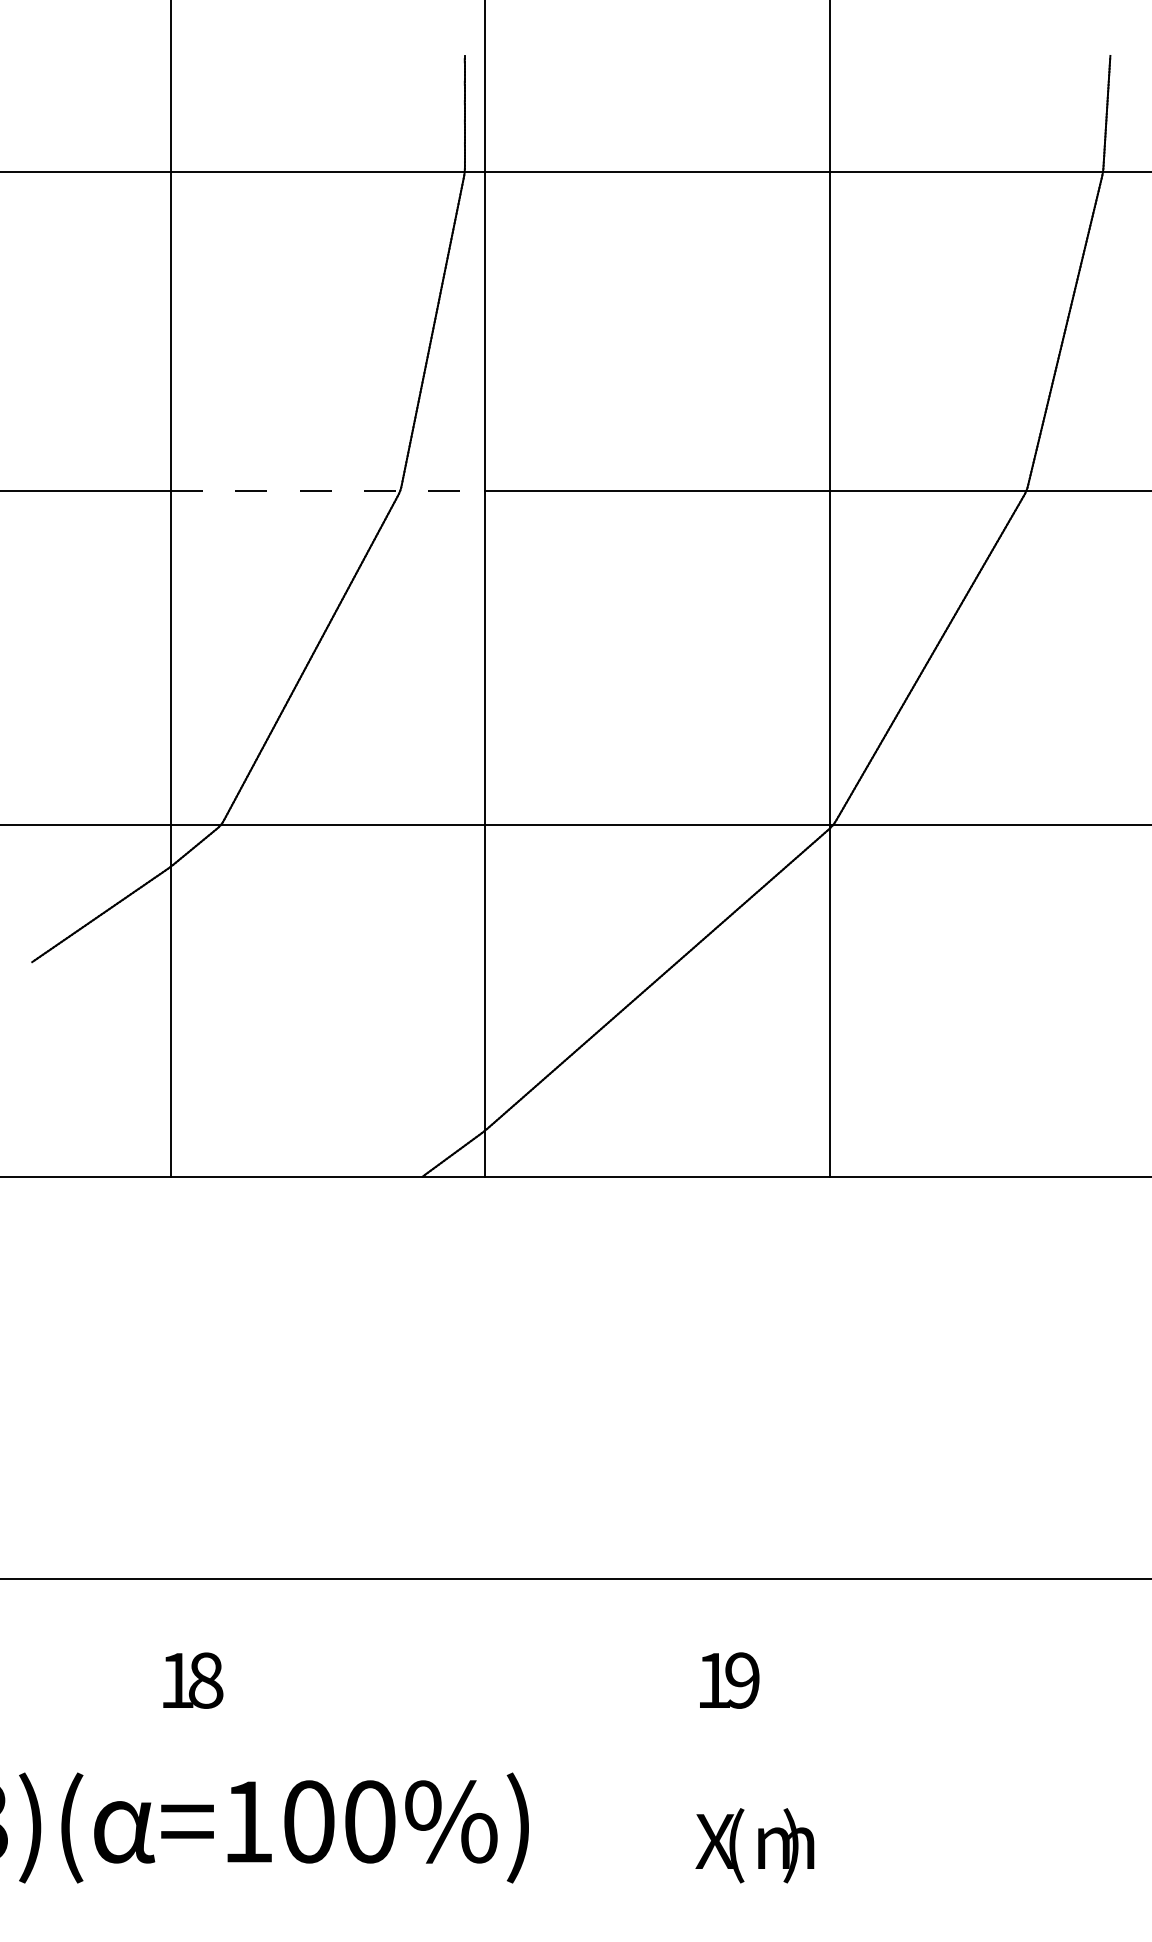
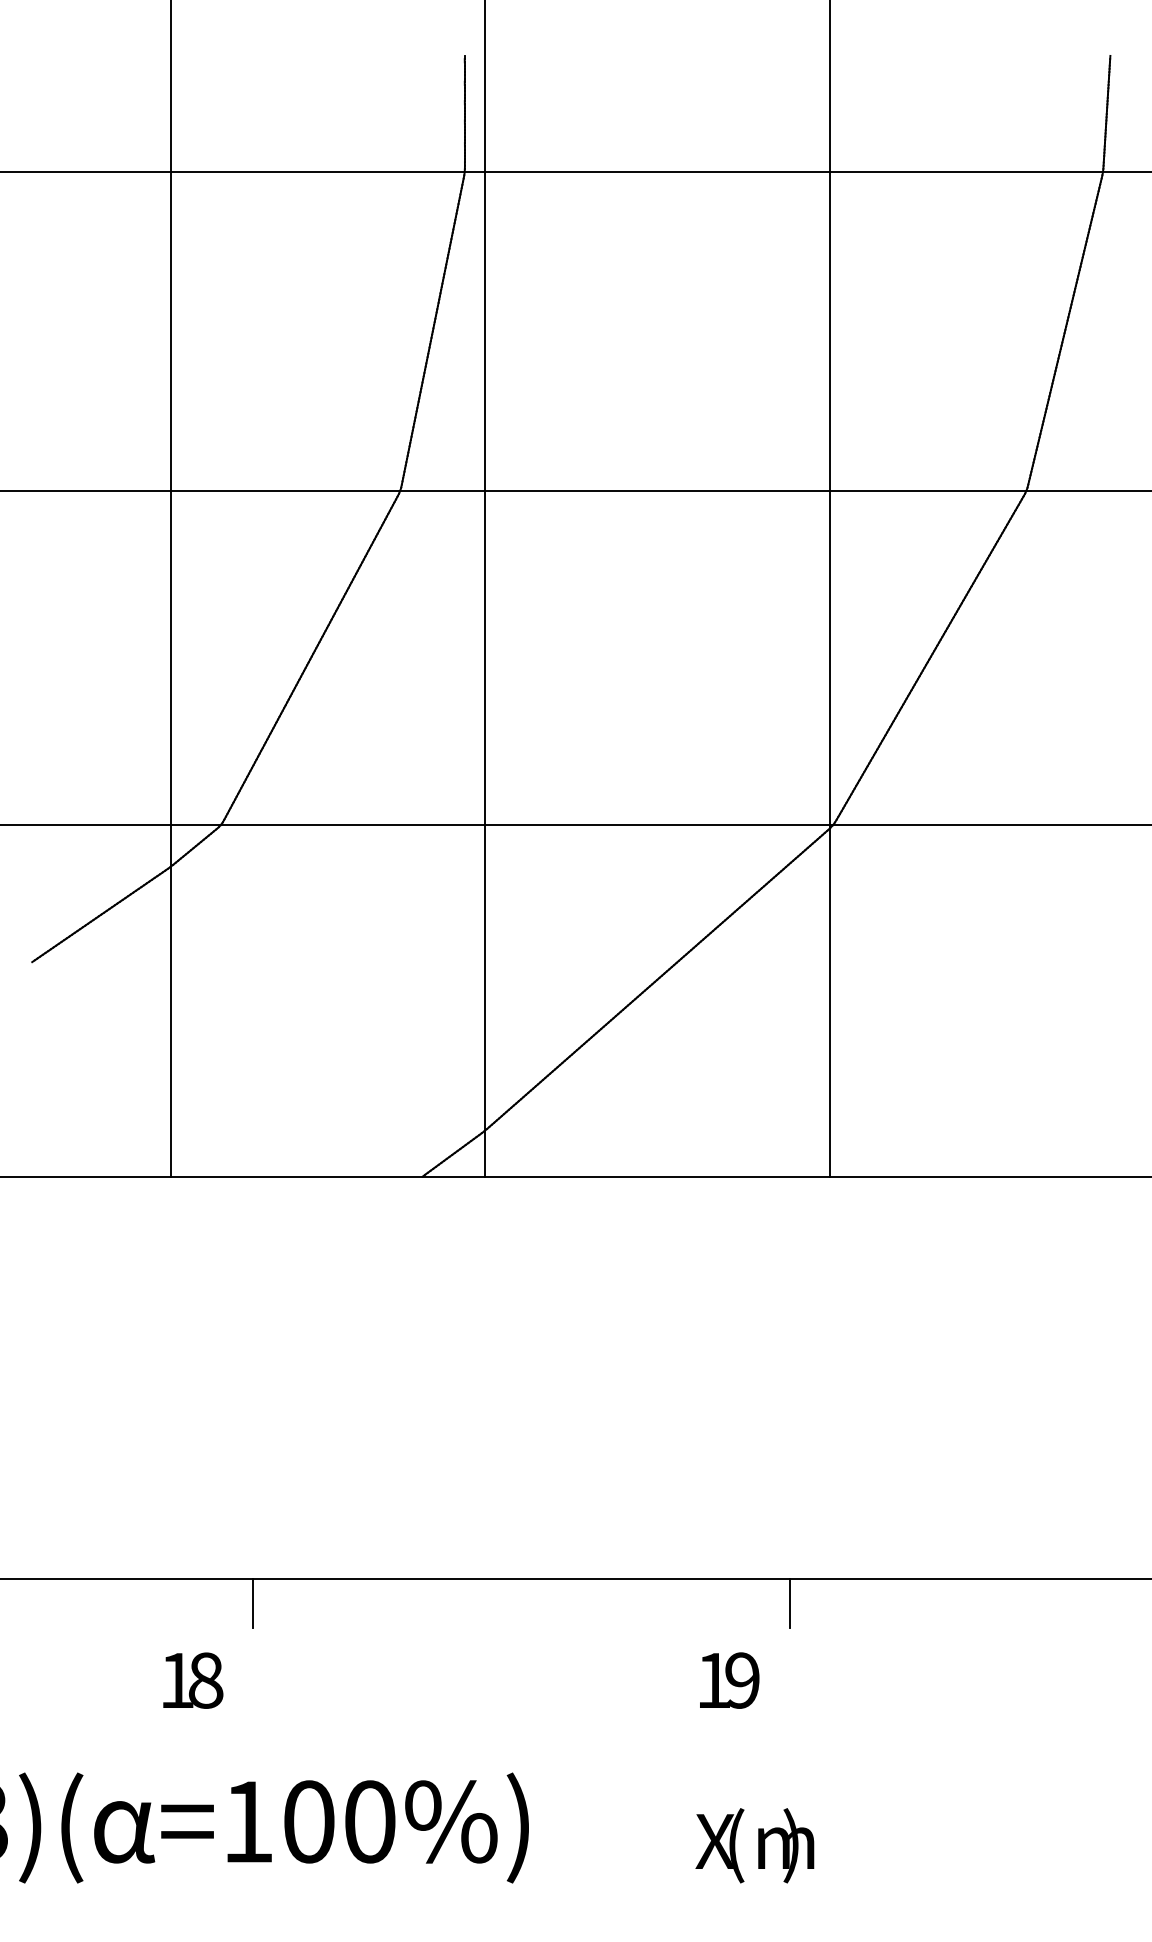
line at (327, 490): dashed -> solid
line at (253, 1603): none -> present
line at (789, 1603): none -> present
